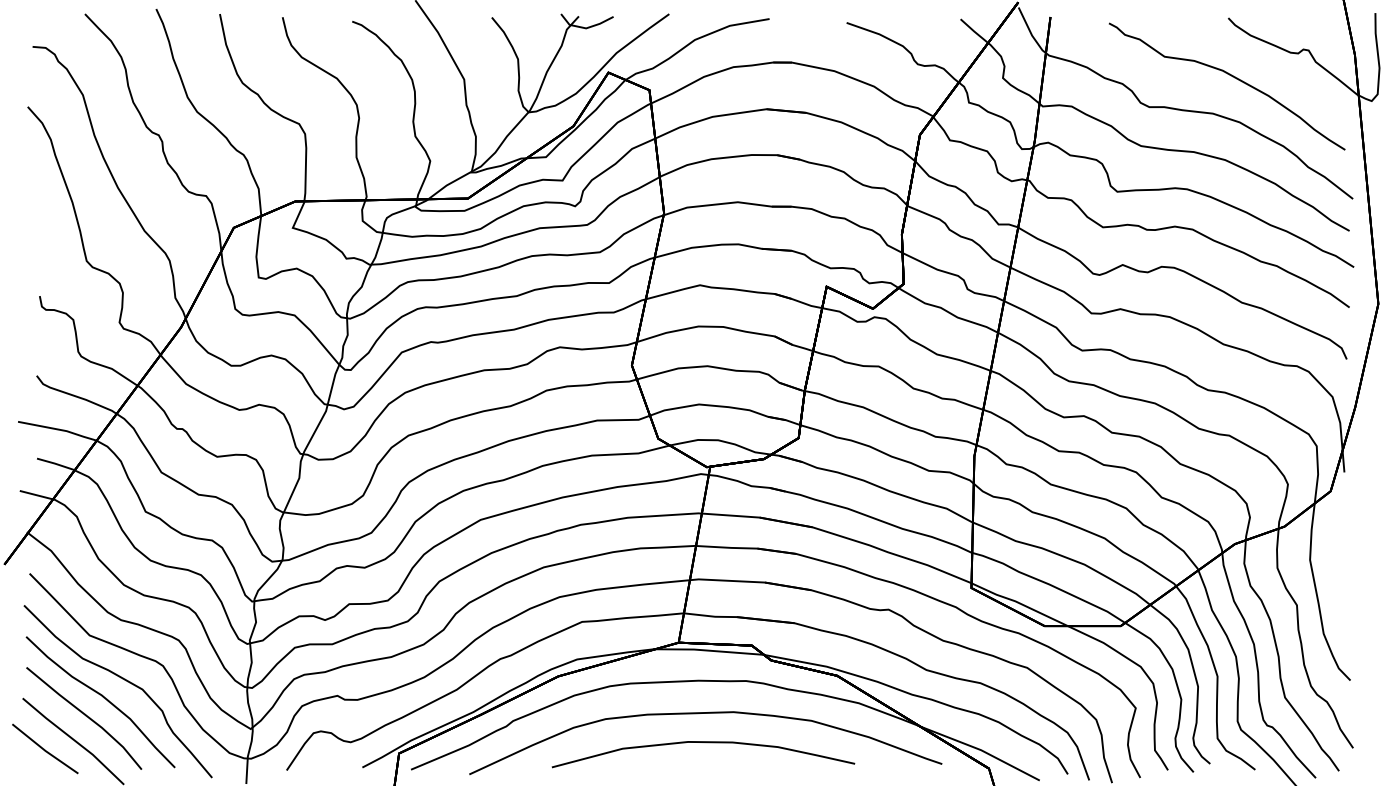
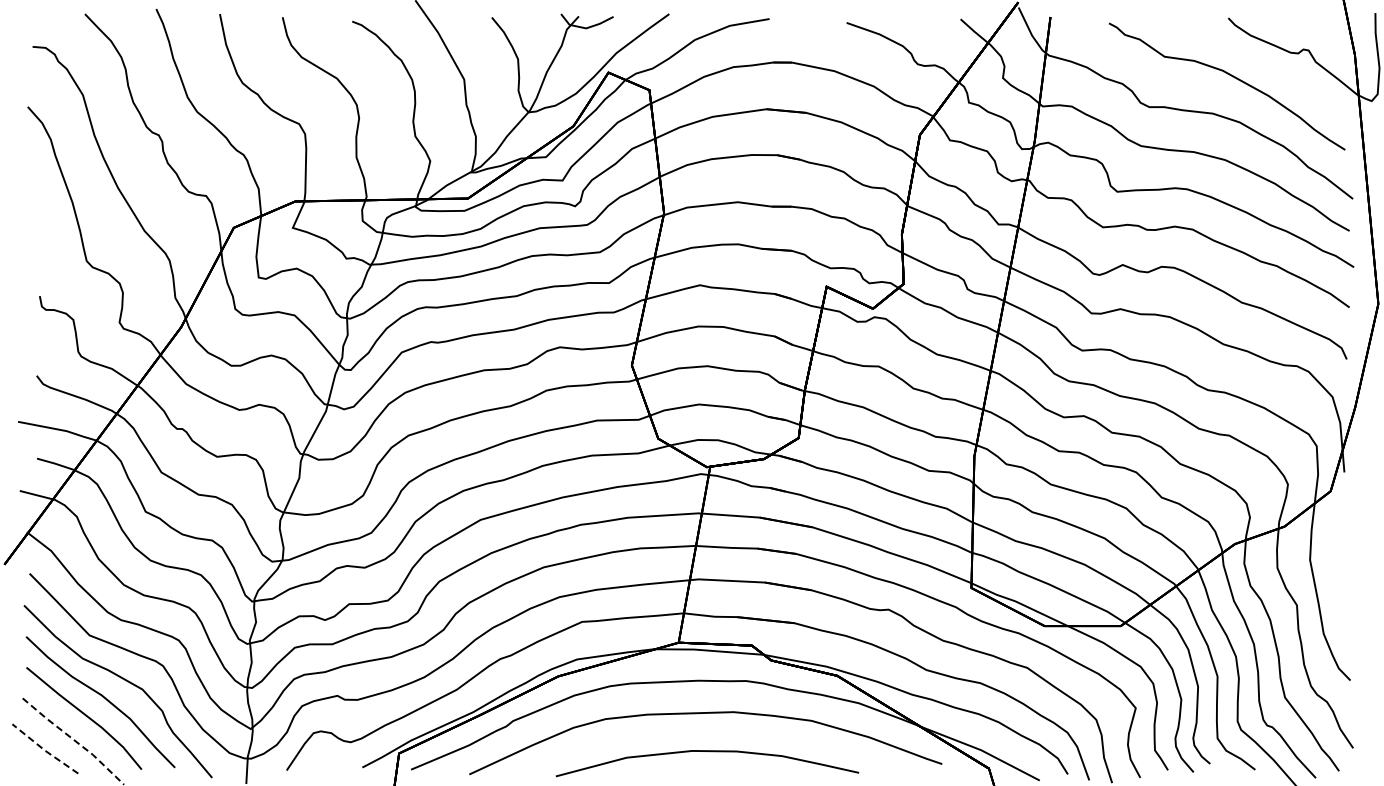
line at (75, 740): solid -> dashed
curve at (705, 743) position: (705, 743) -> (709, 752)
line at (44, 750): solid -> dashed
